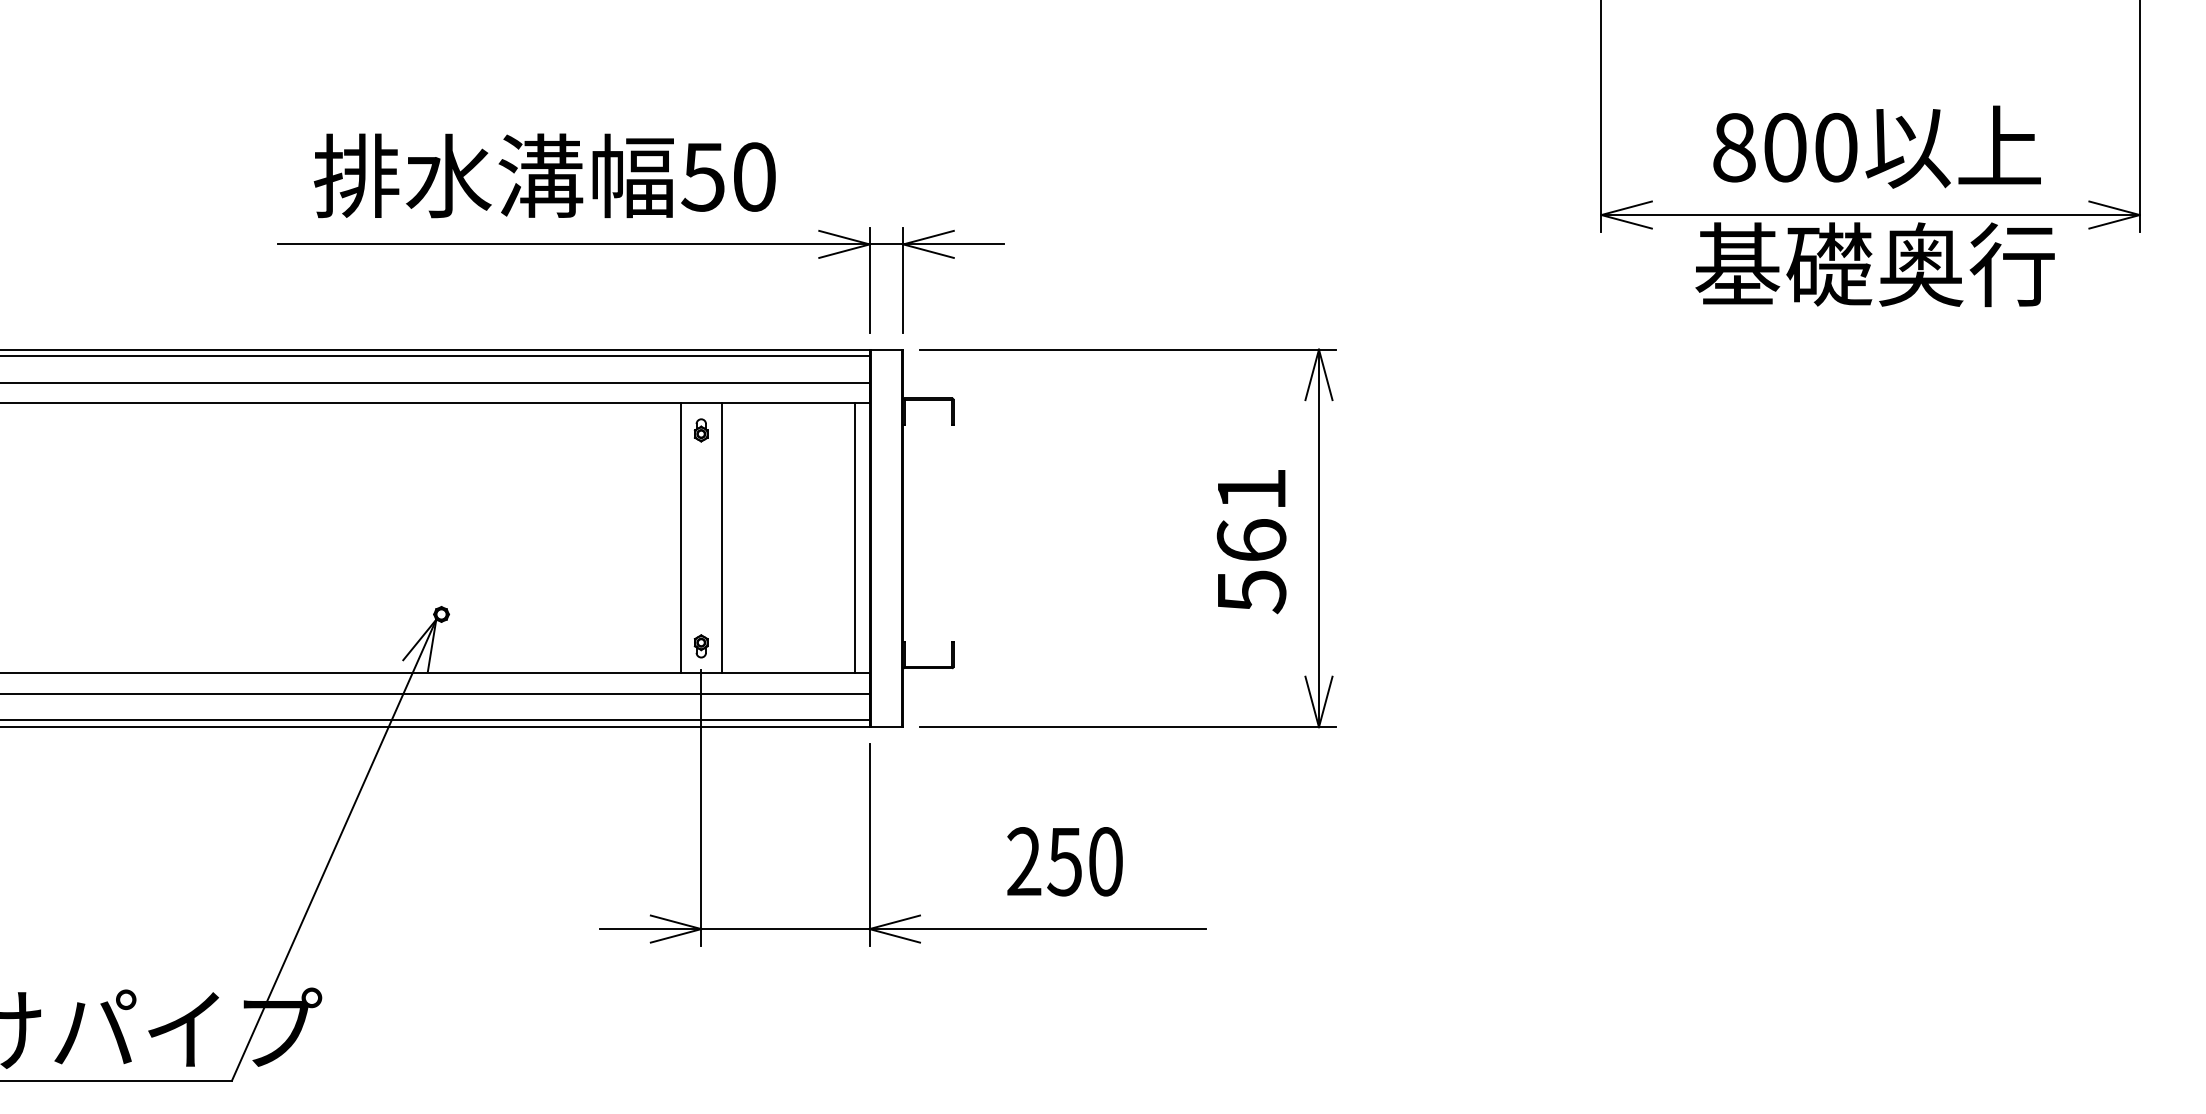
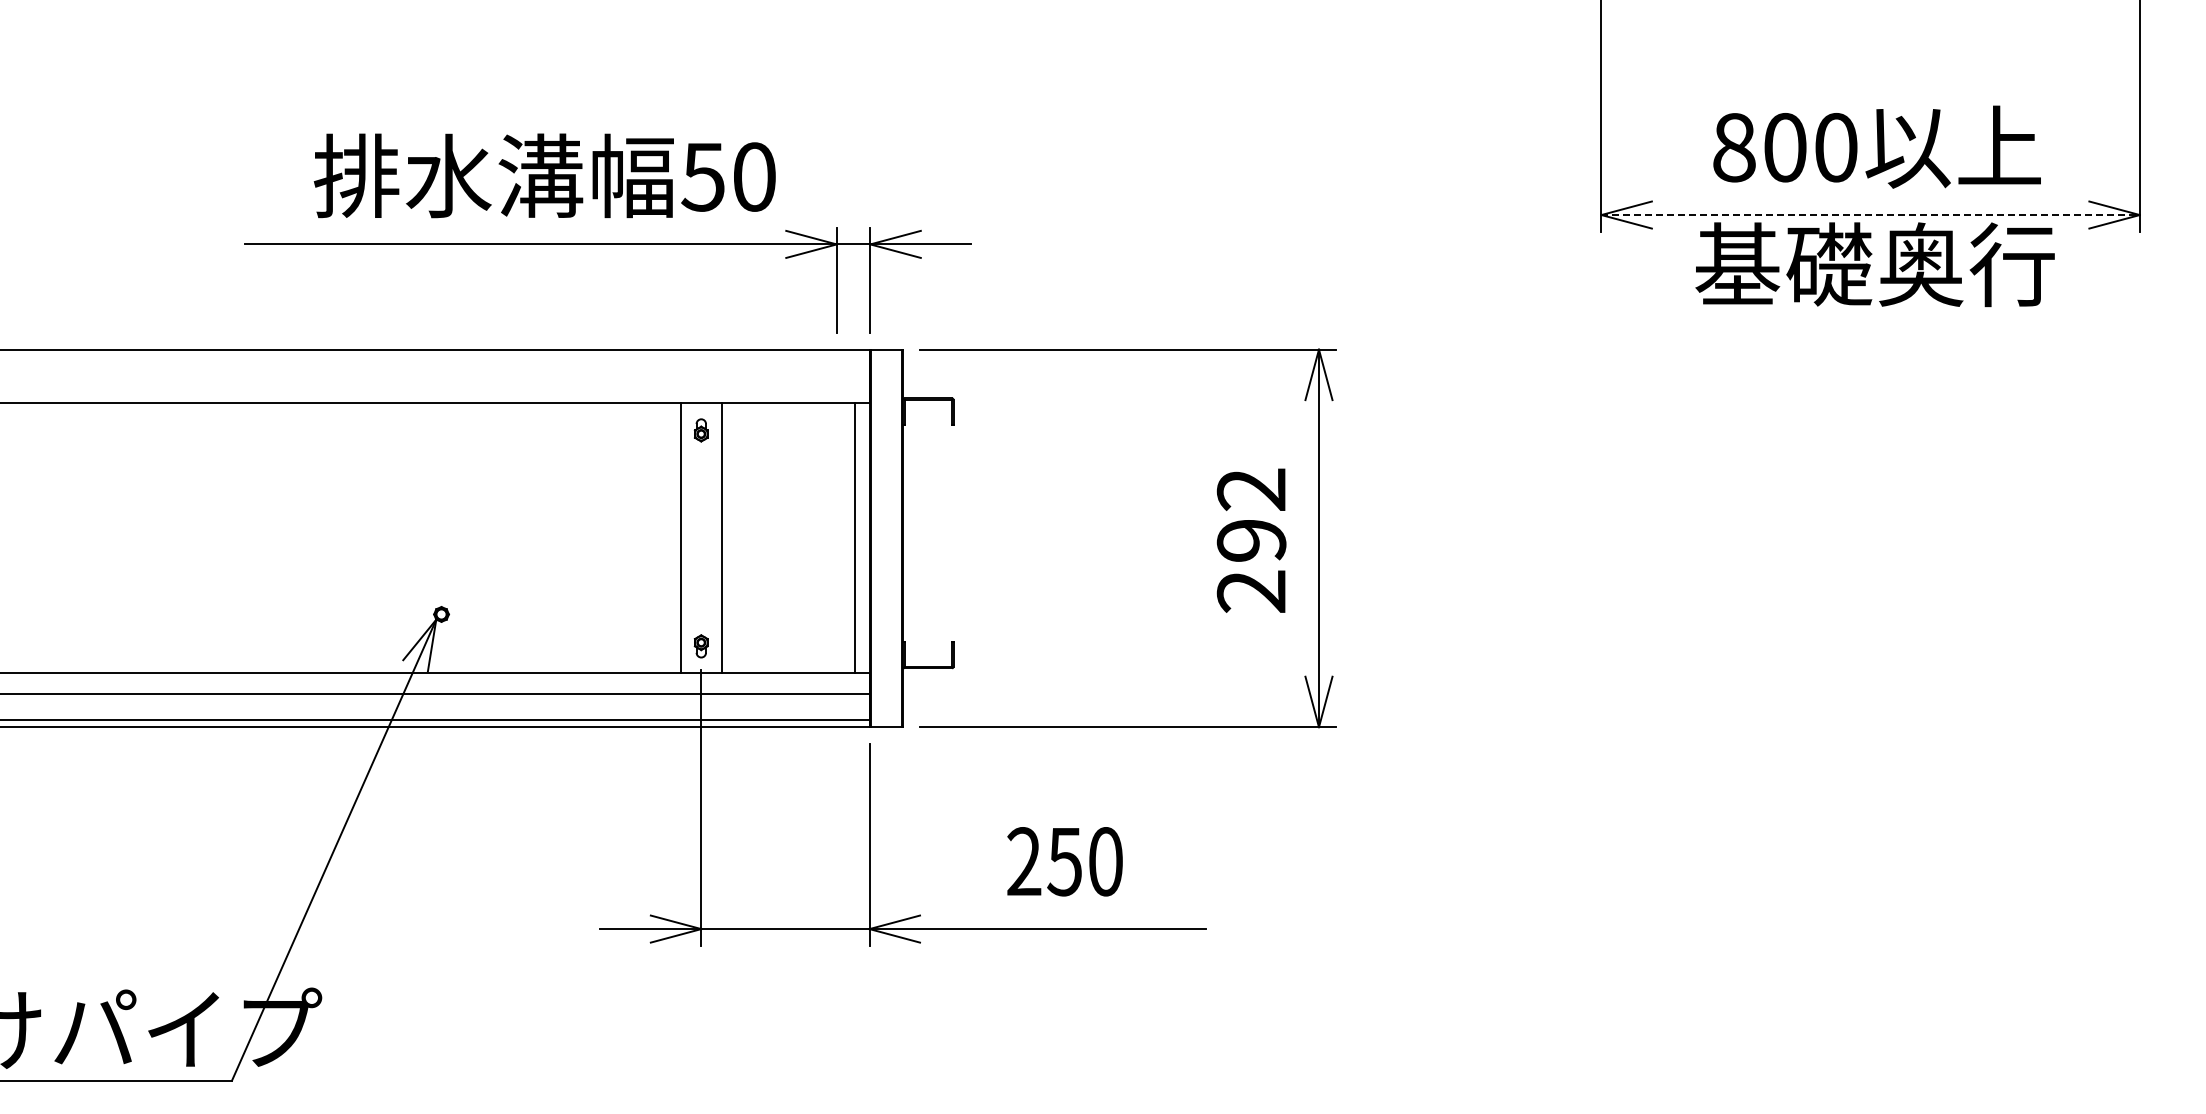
line at (1871, 215): solid -> dashed
part at (640, 244) position: (640, 244) -> (607, 244)
line at (435, 356): present -> none
line at (435, 383): present -> none
text at (1251, 541): 561 -> 292
